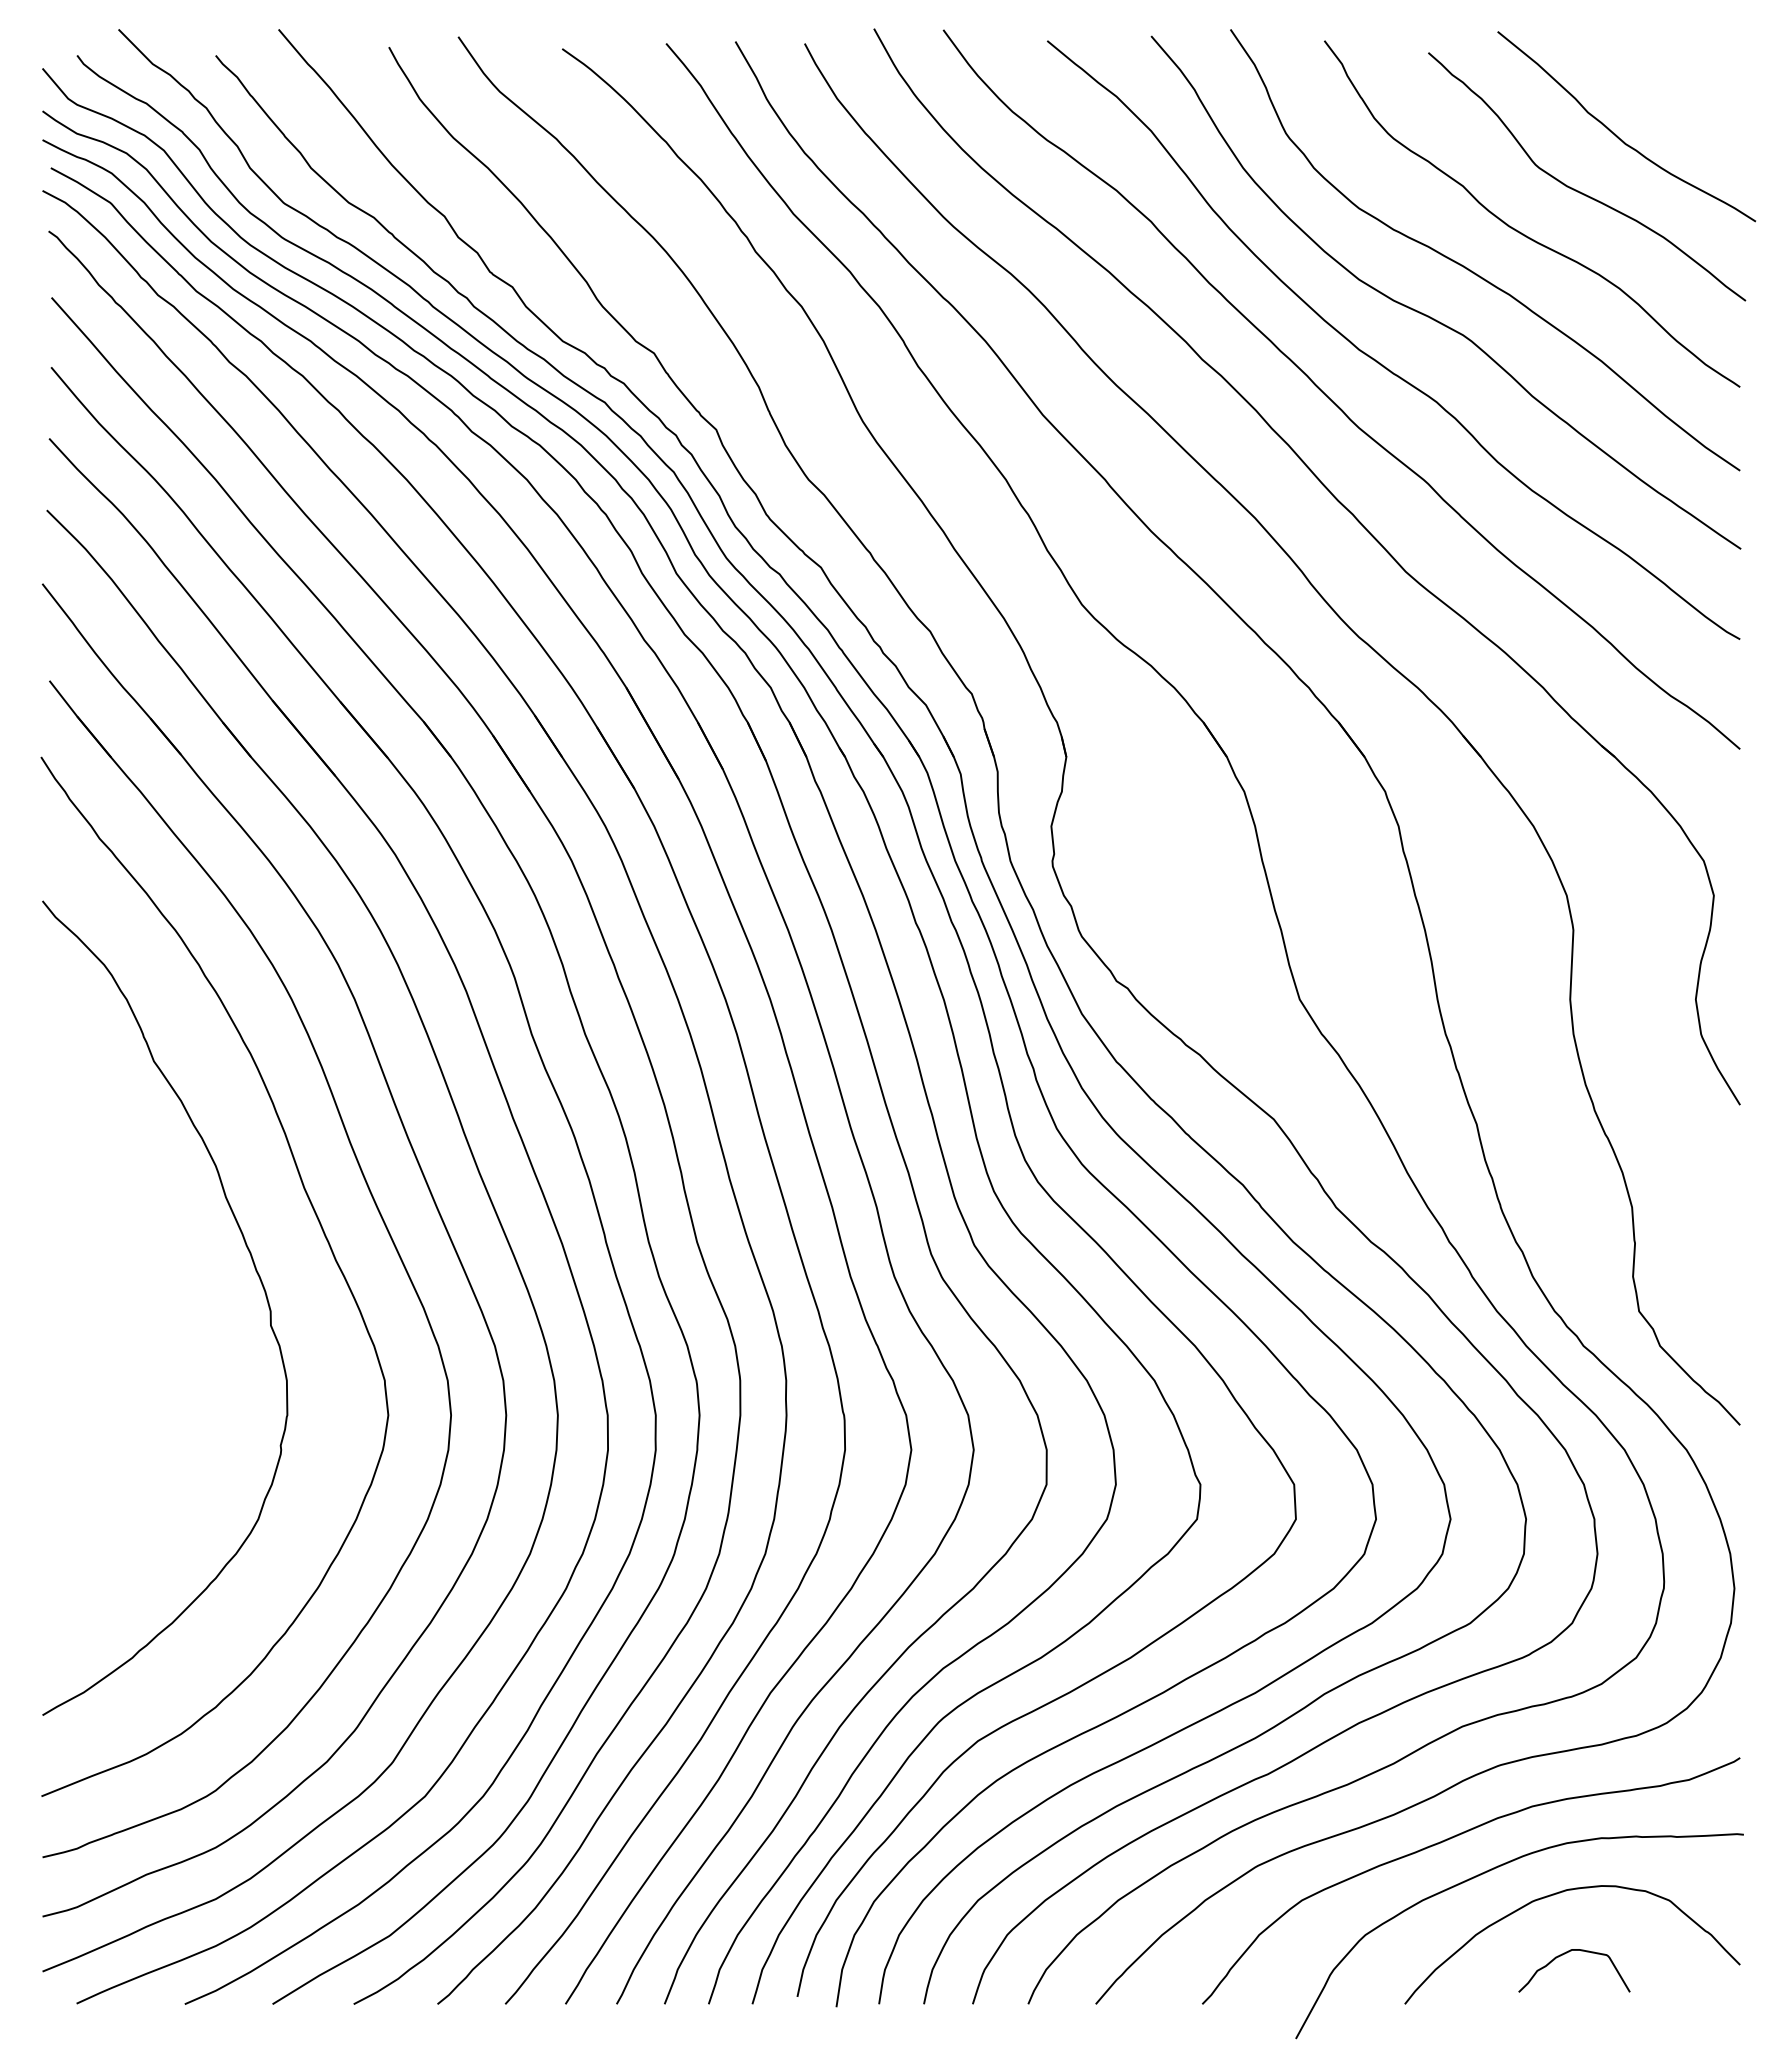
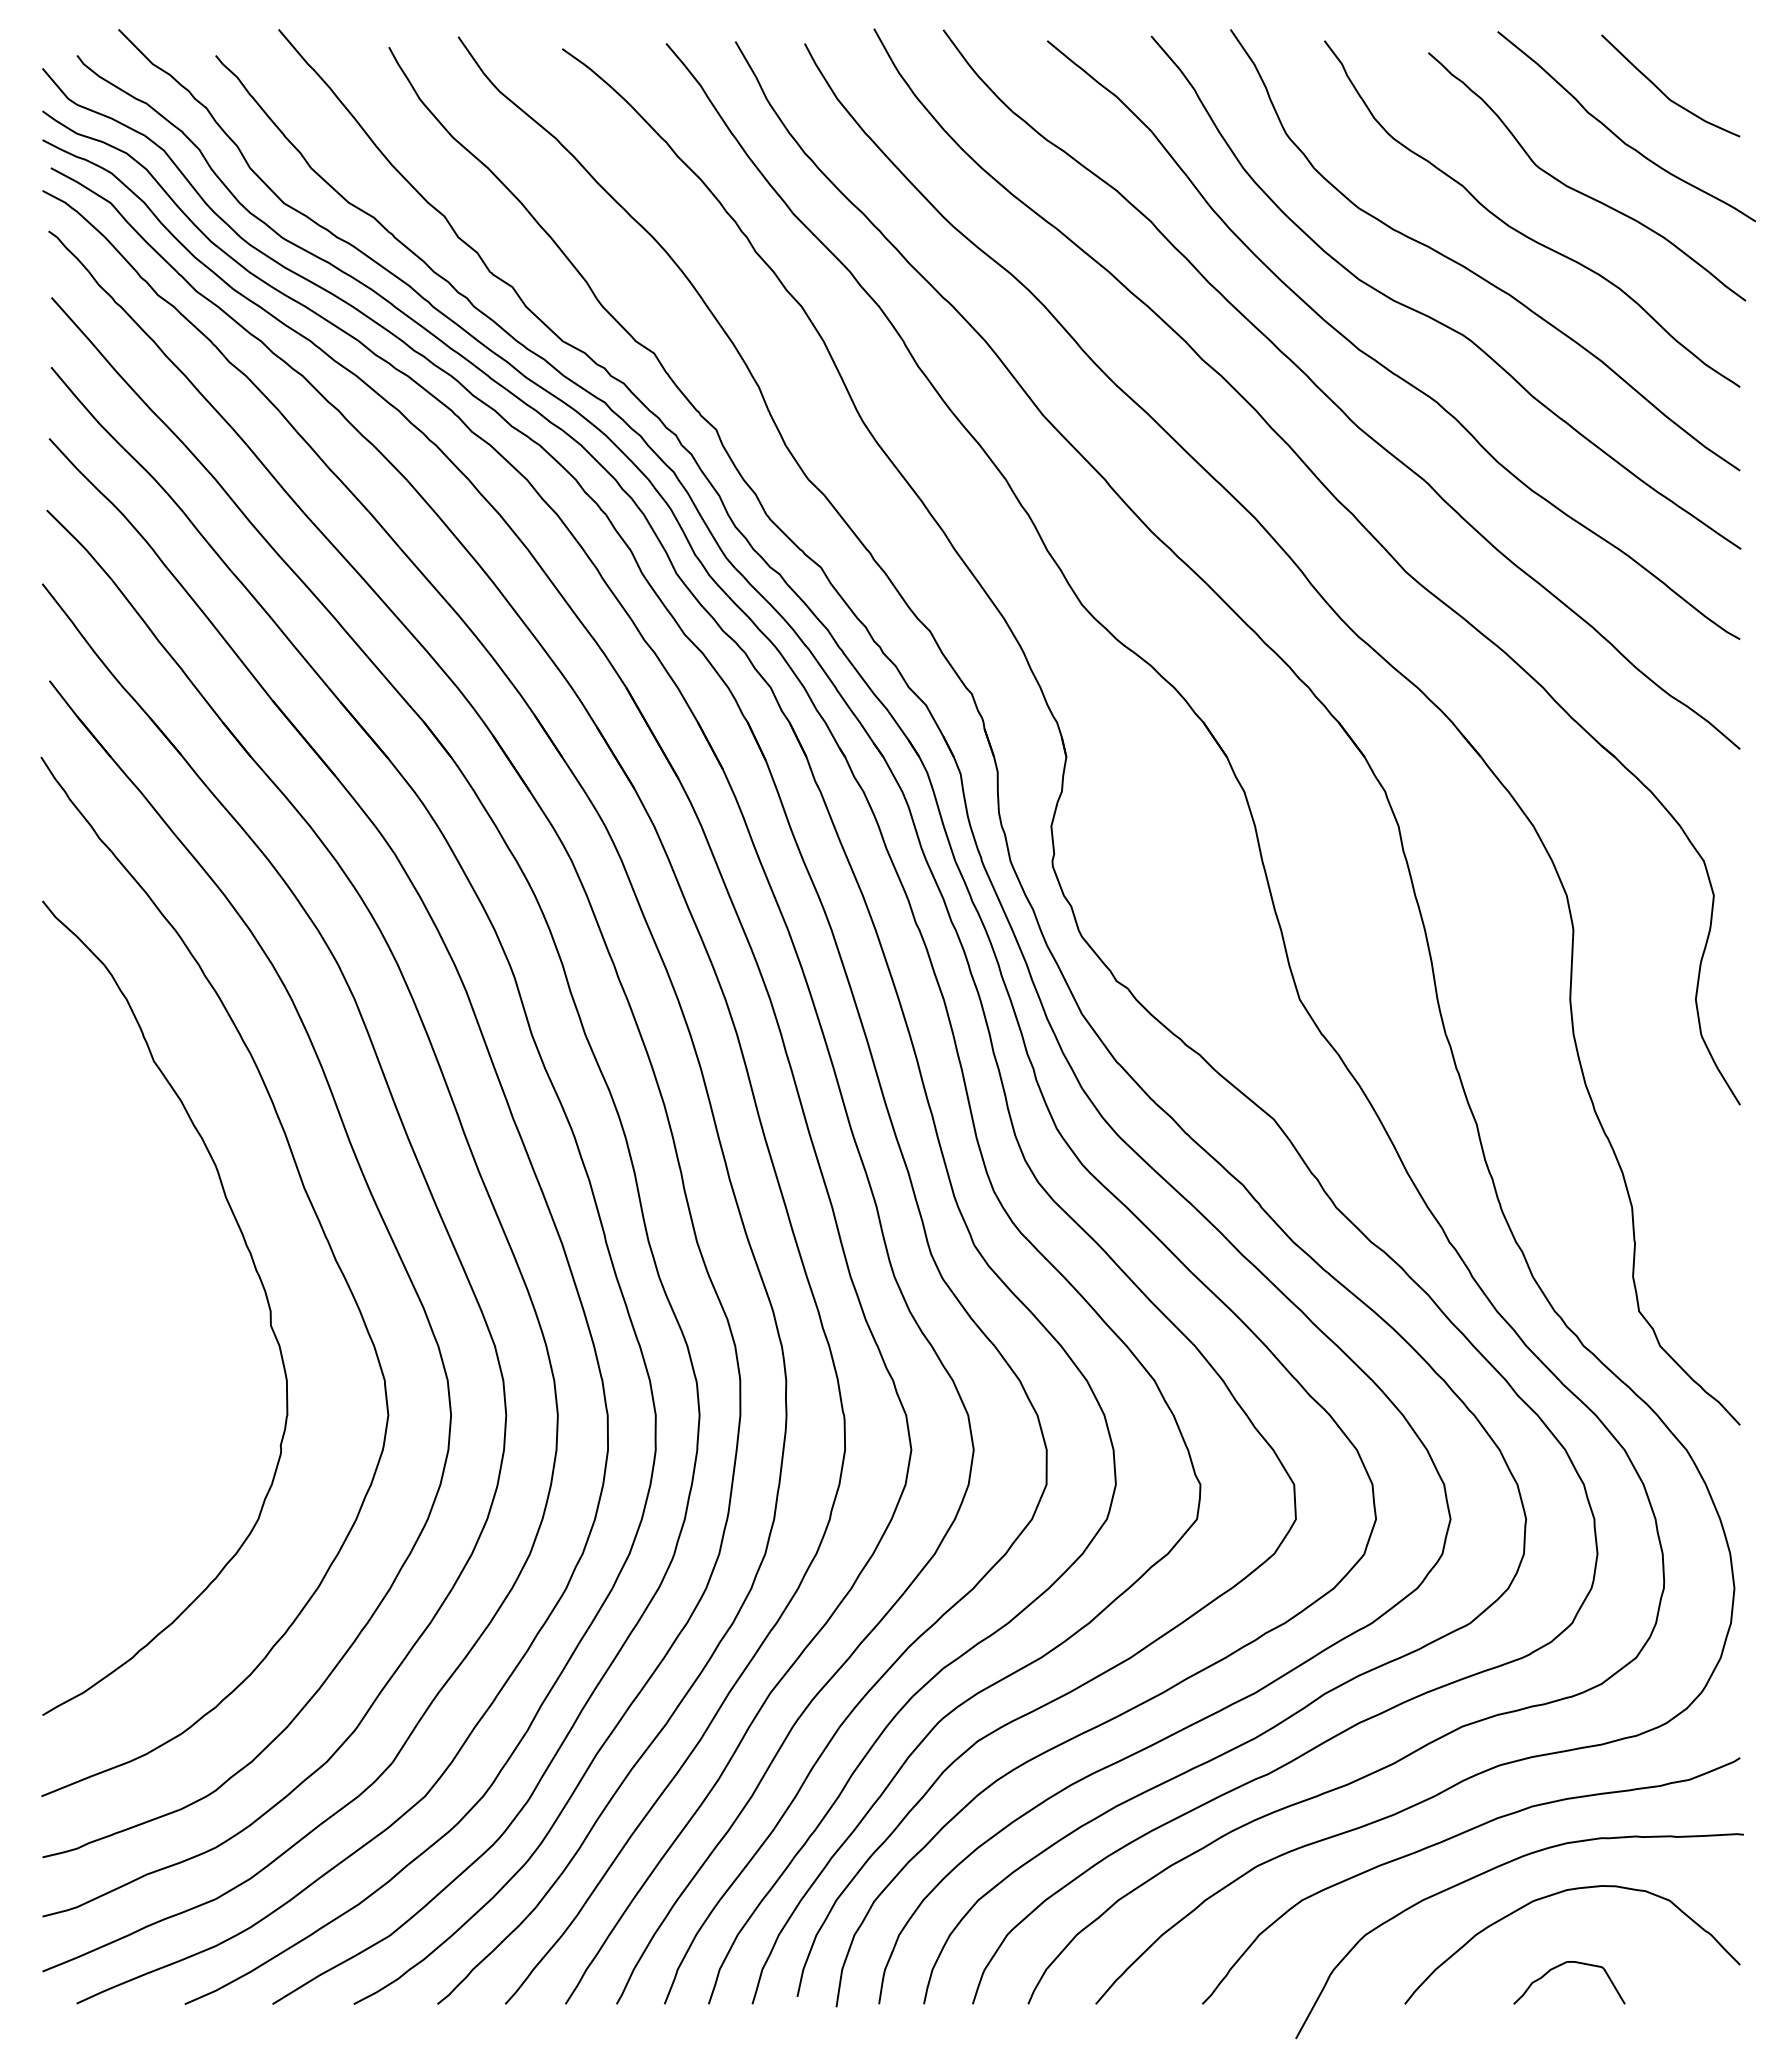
curve at (1663, 92): none -> present
curve at (1565, 1954) position: (1565, 1954) -> (1560, 1966)
